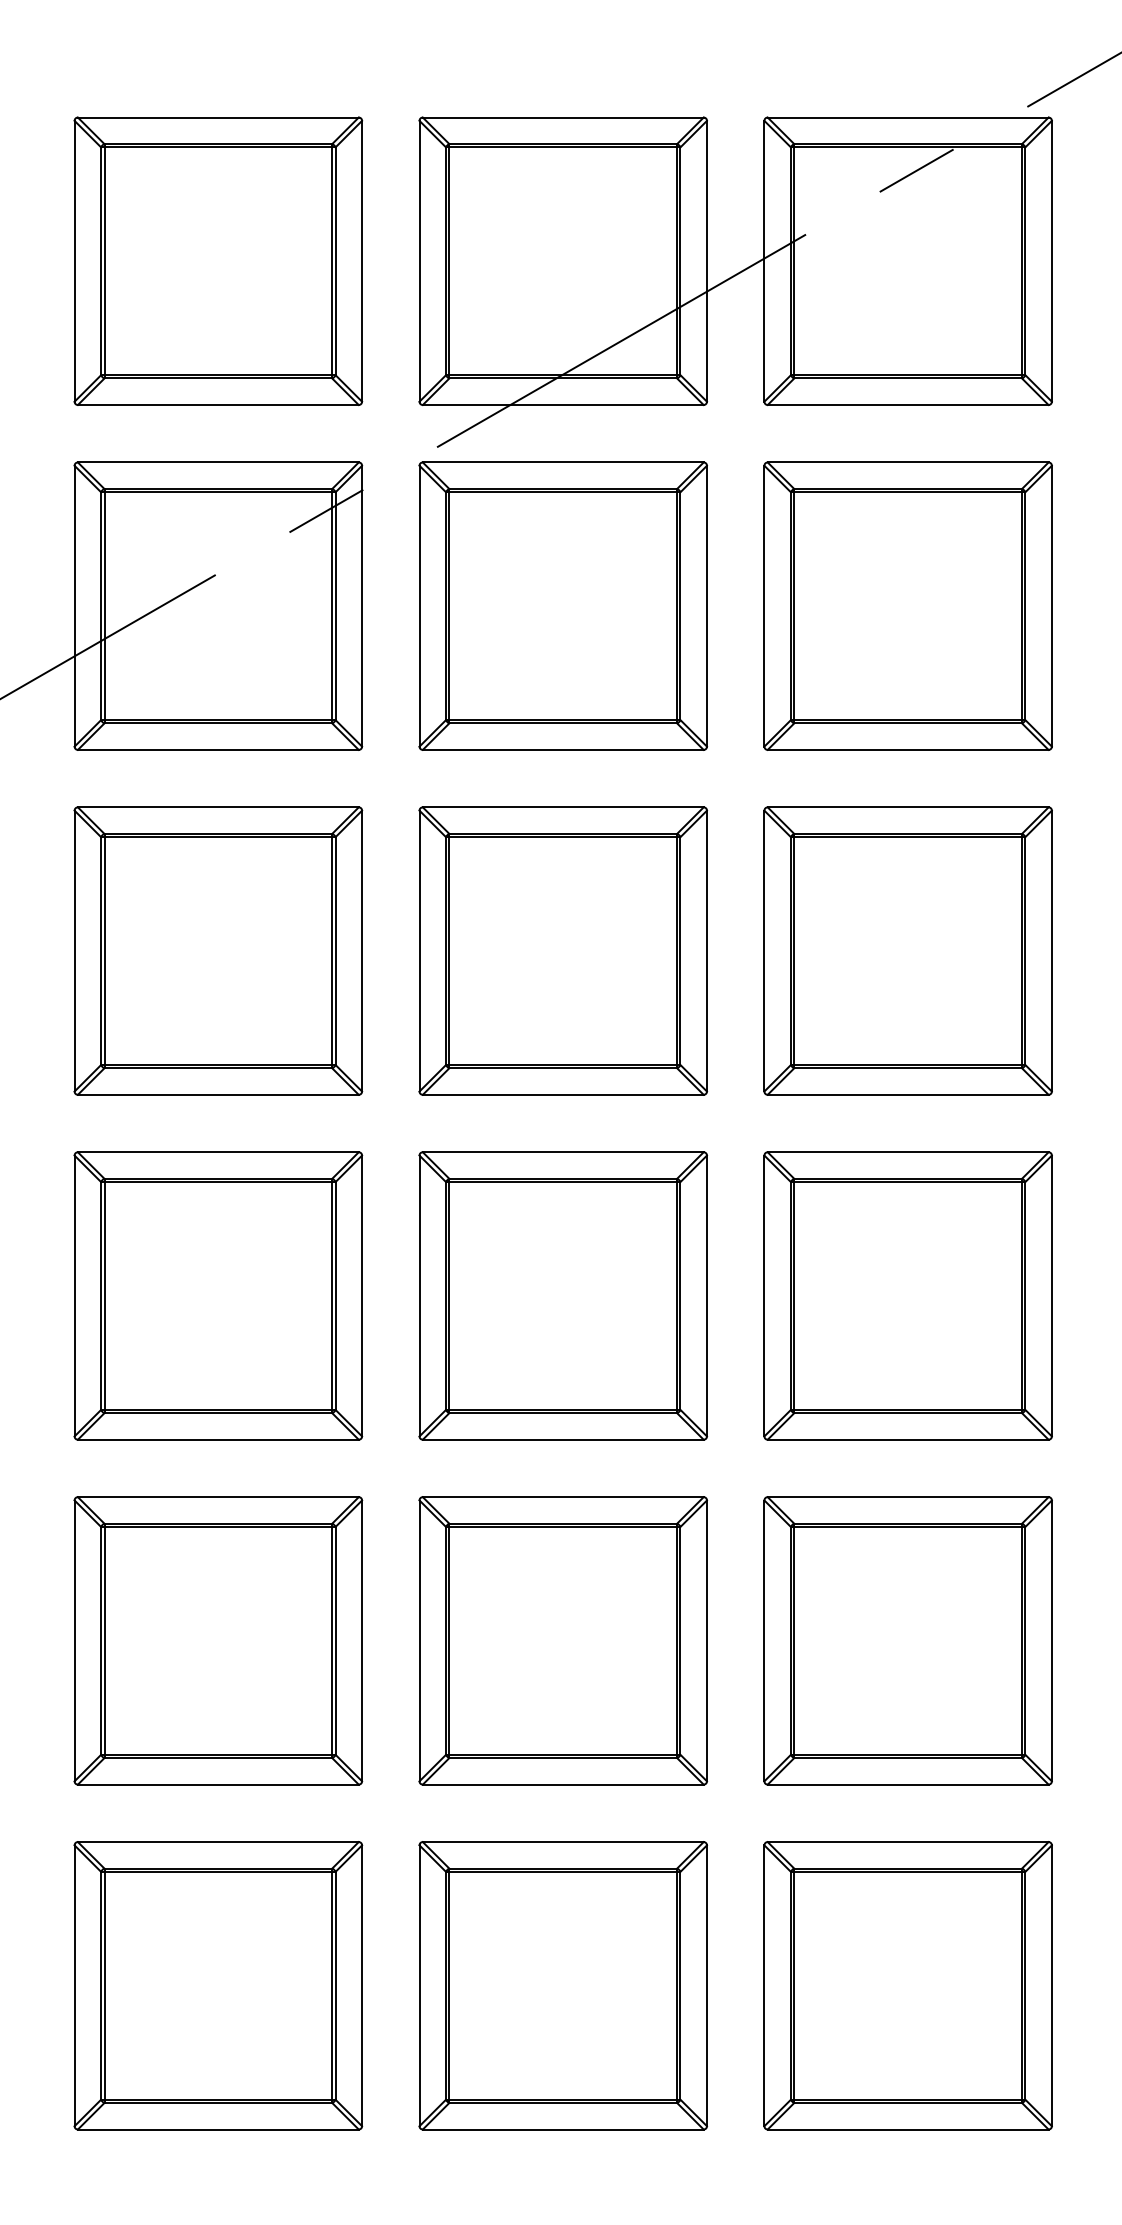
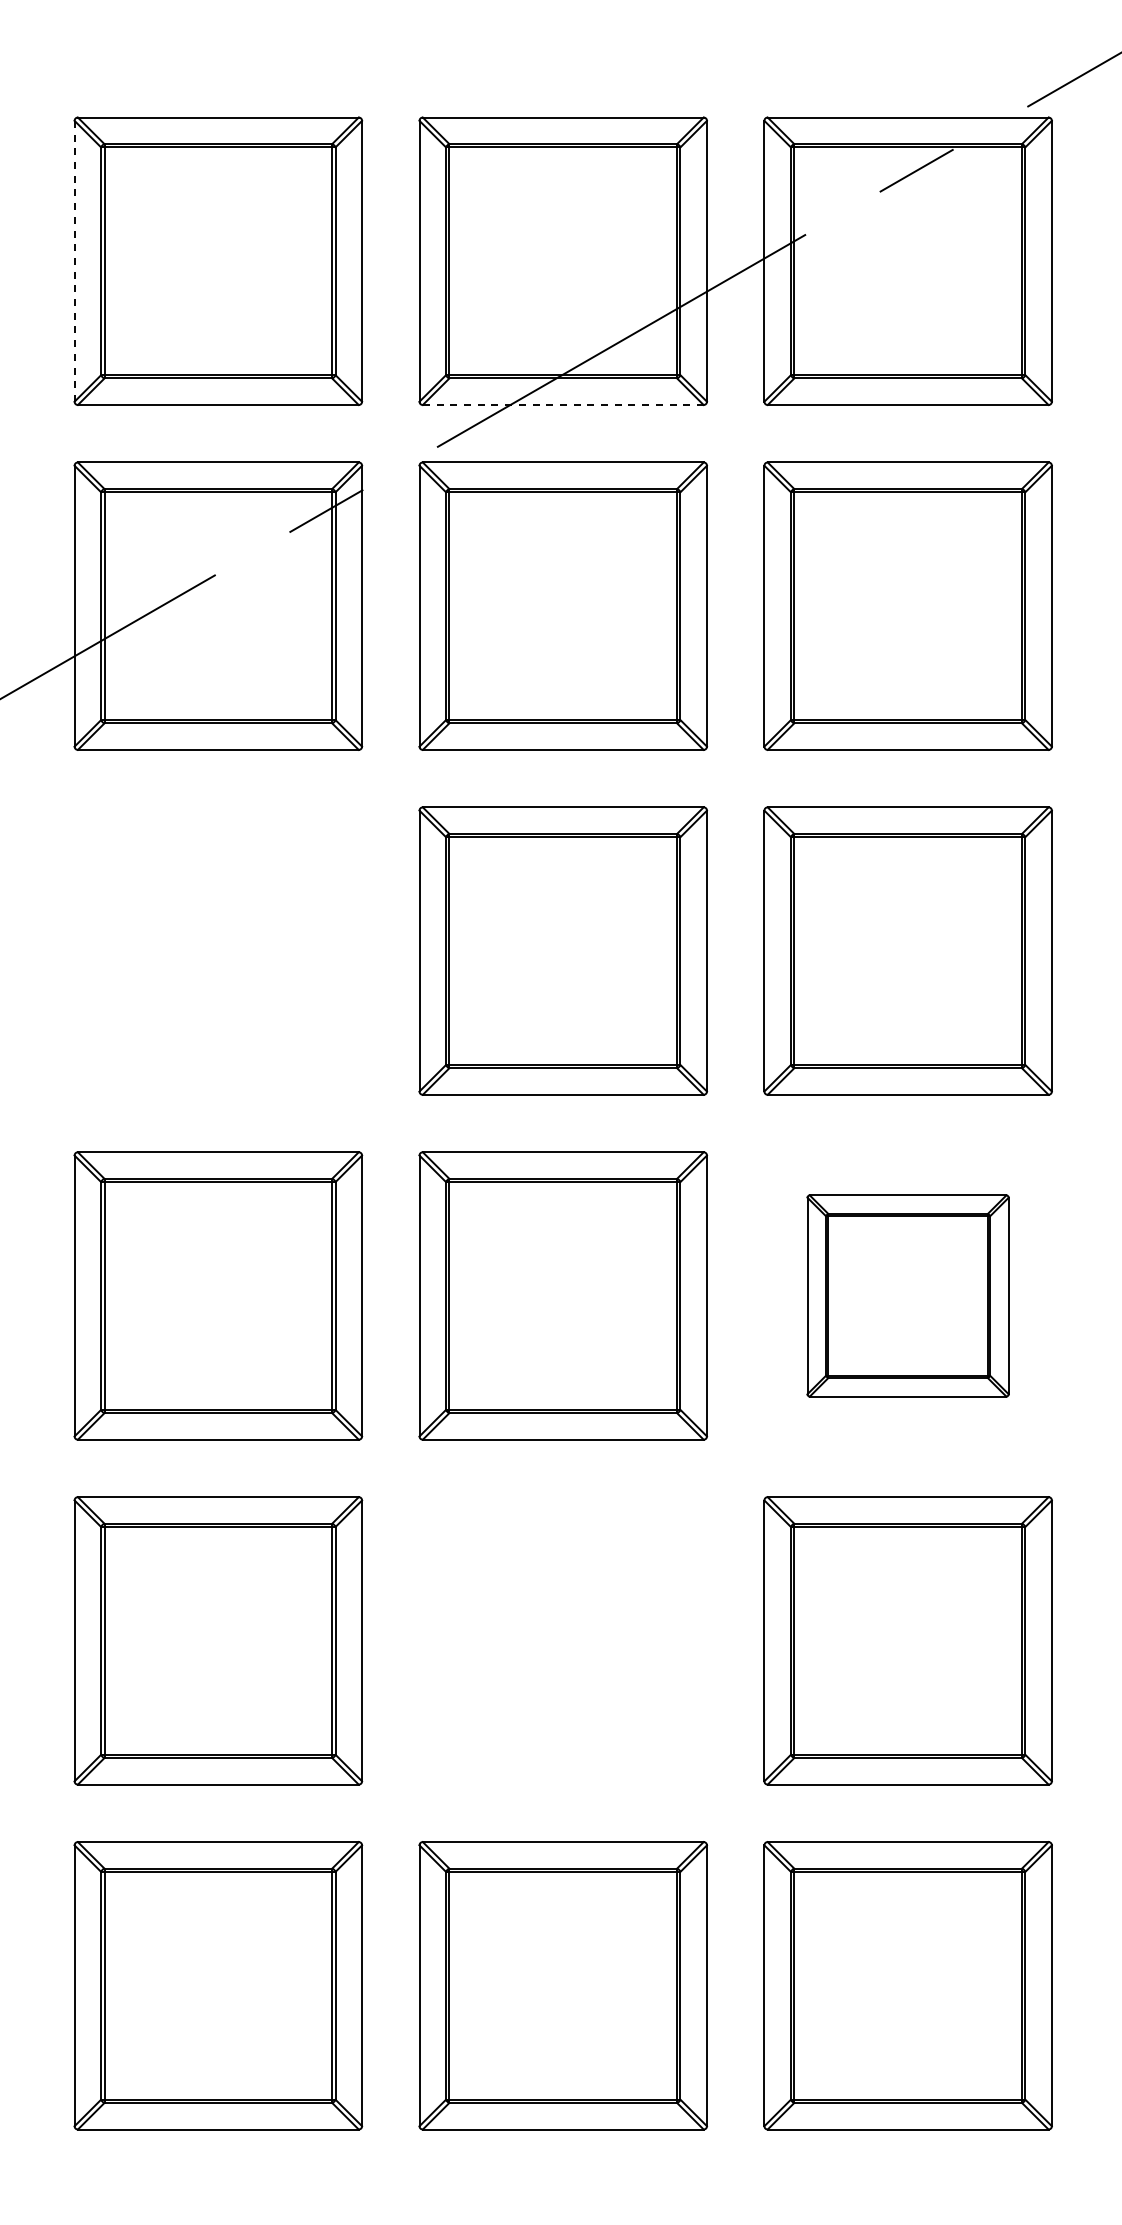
line at (74, 261): solid -> dashed
line at (563, 405): solid -> dashed
part at (218, 950): present -> none
part at (907, 1295) size: 290x290 px -> 204x204 px
part at (562, 1640): present -> none
